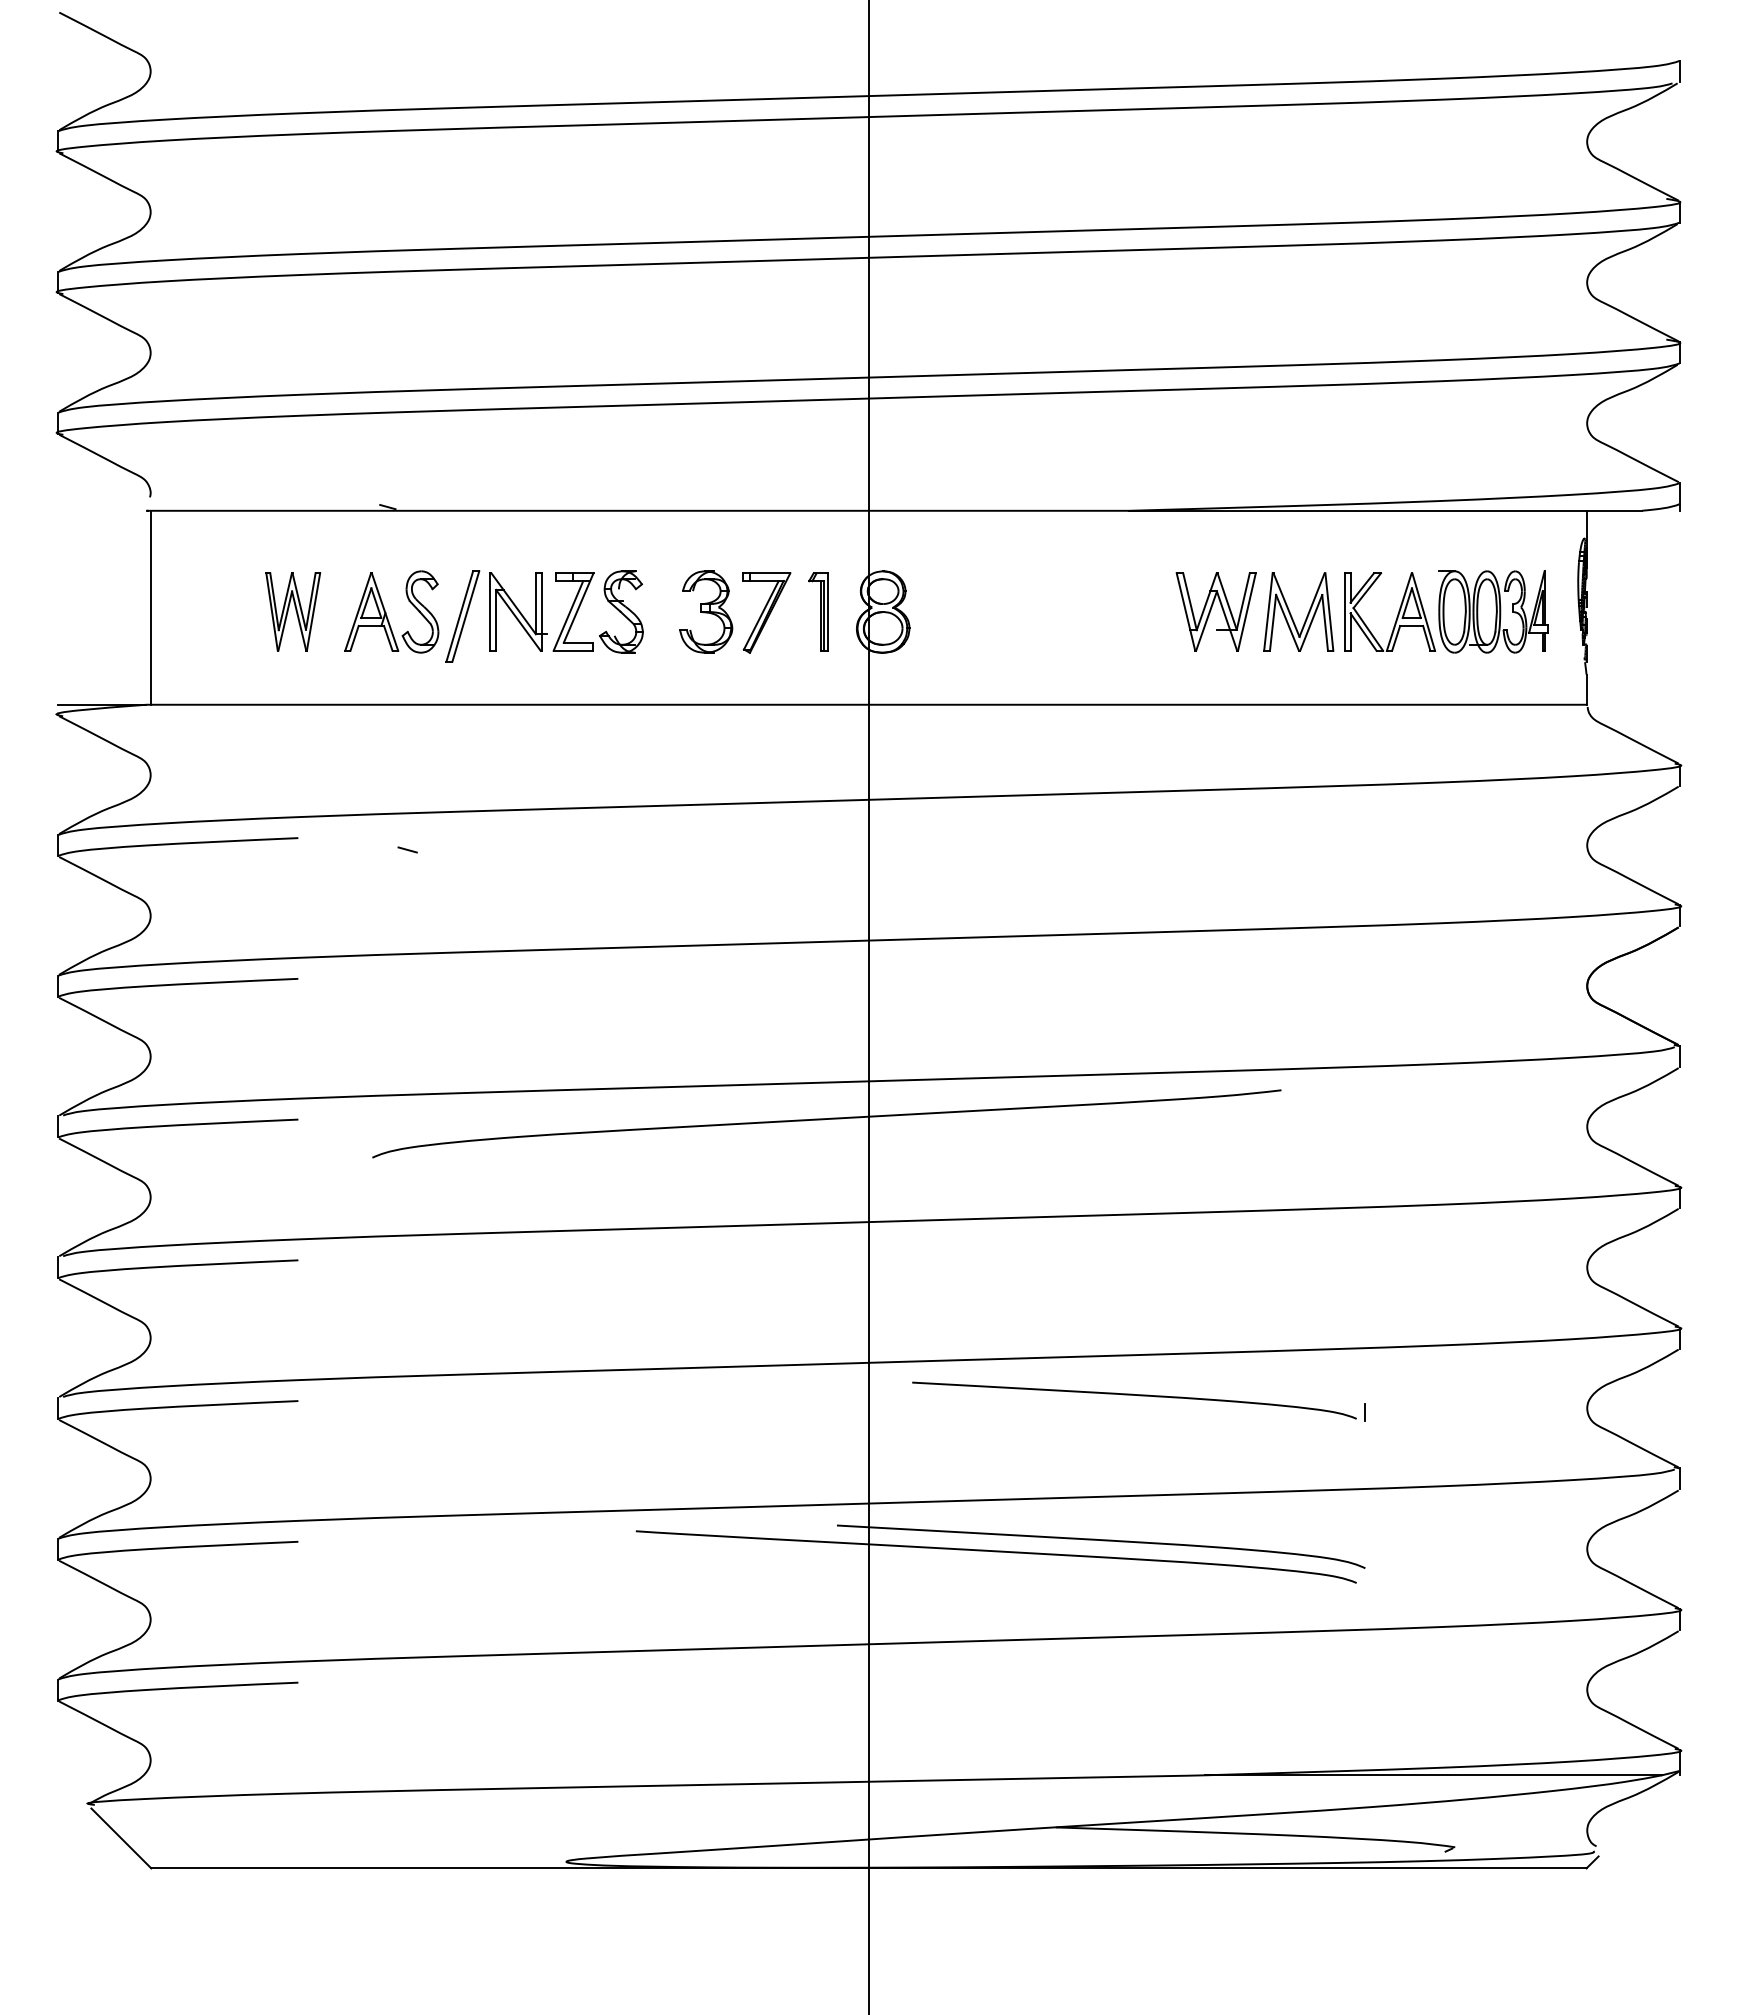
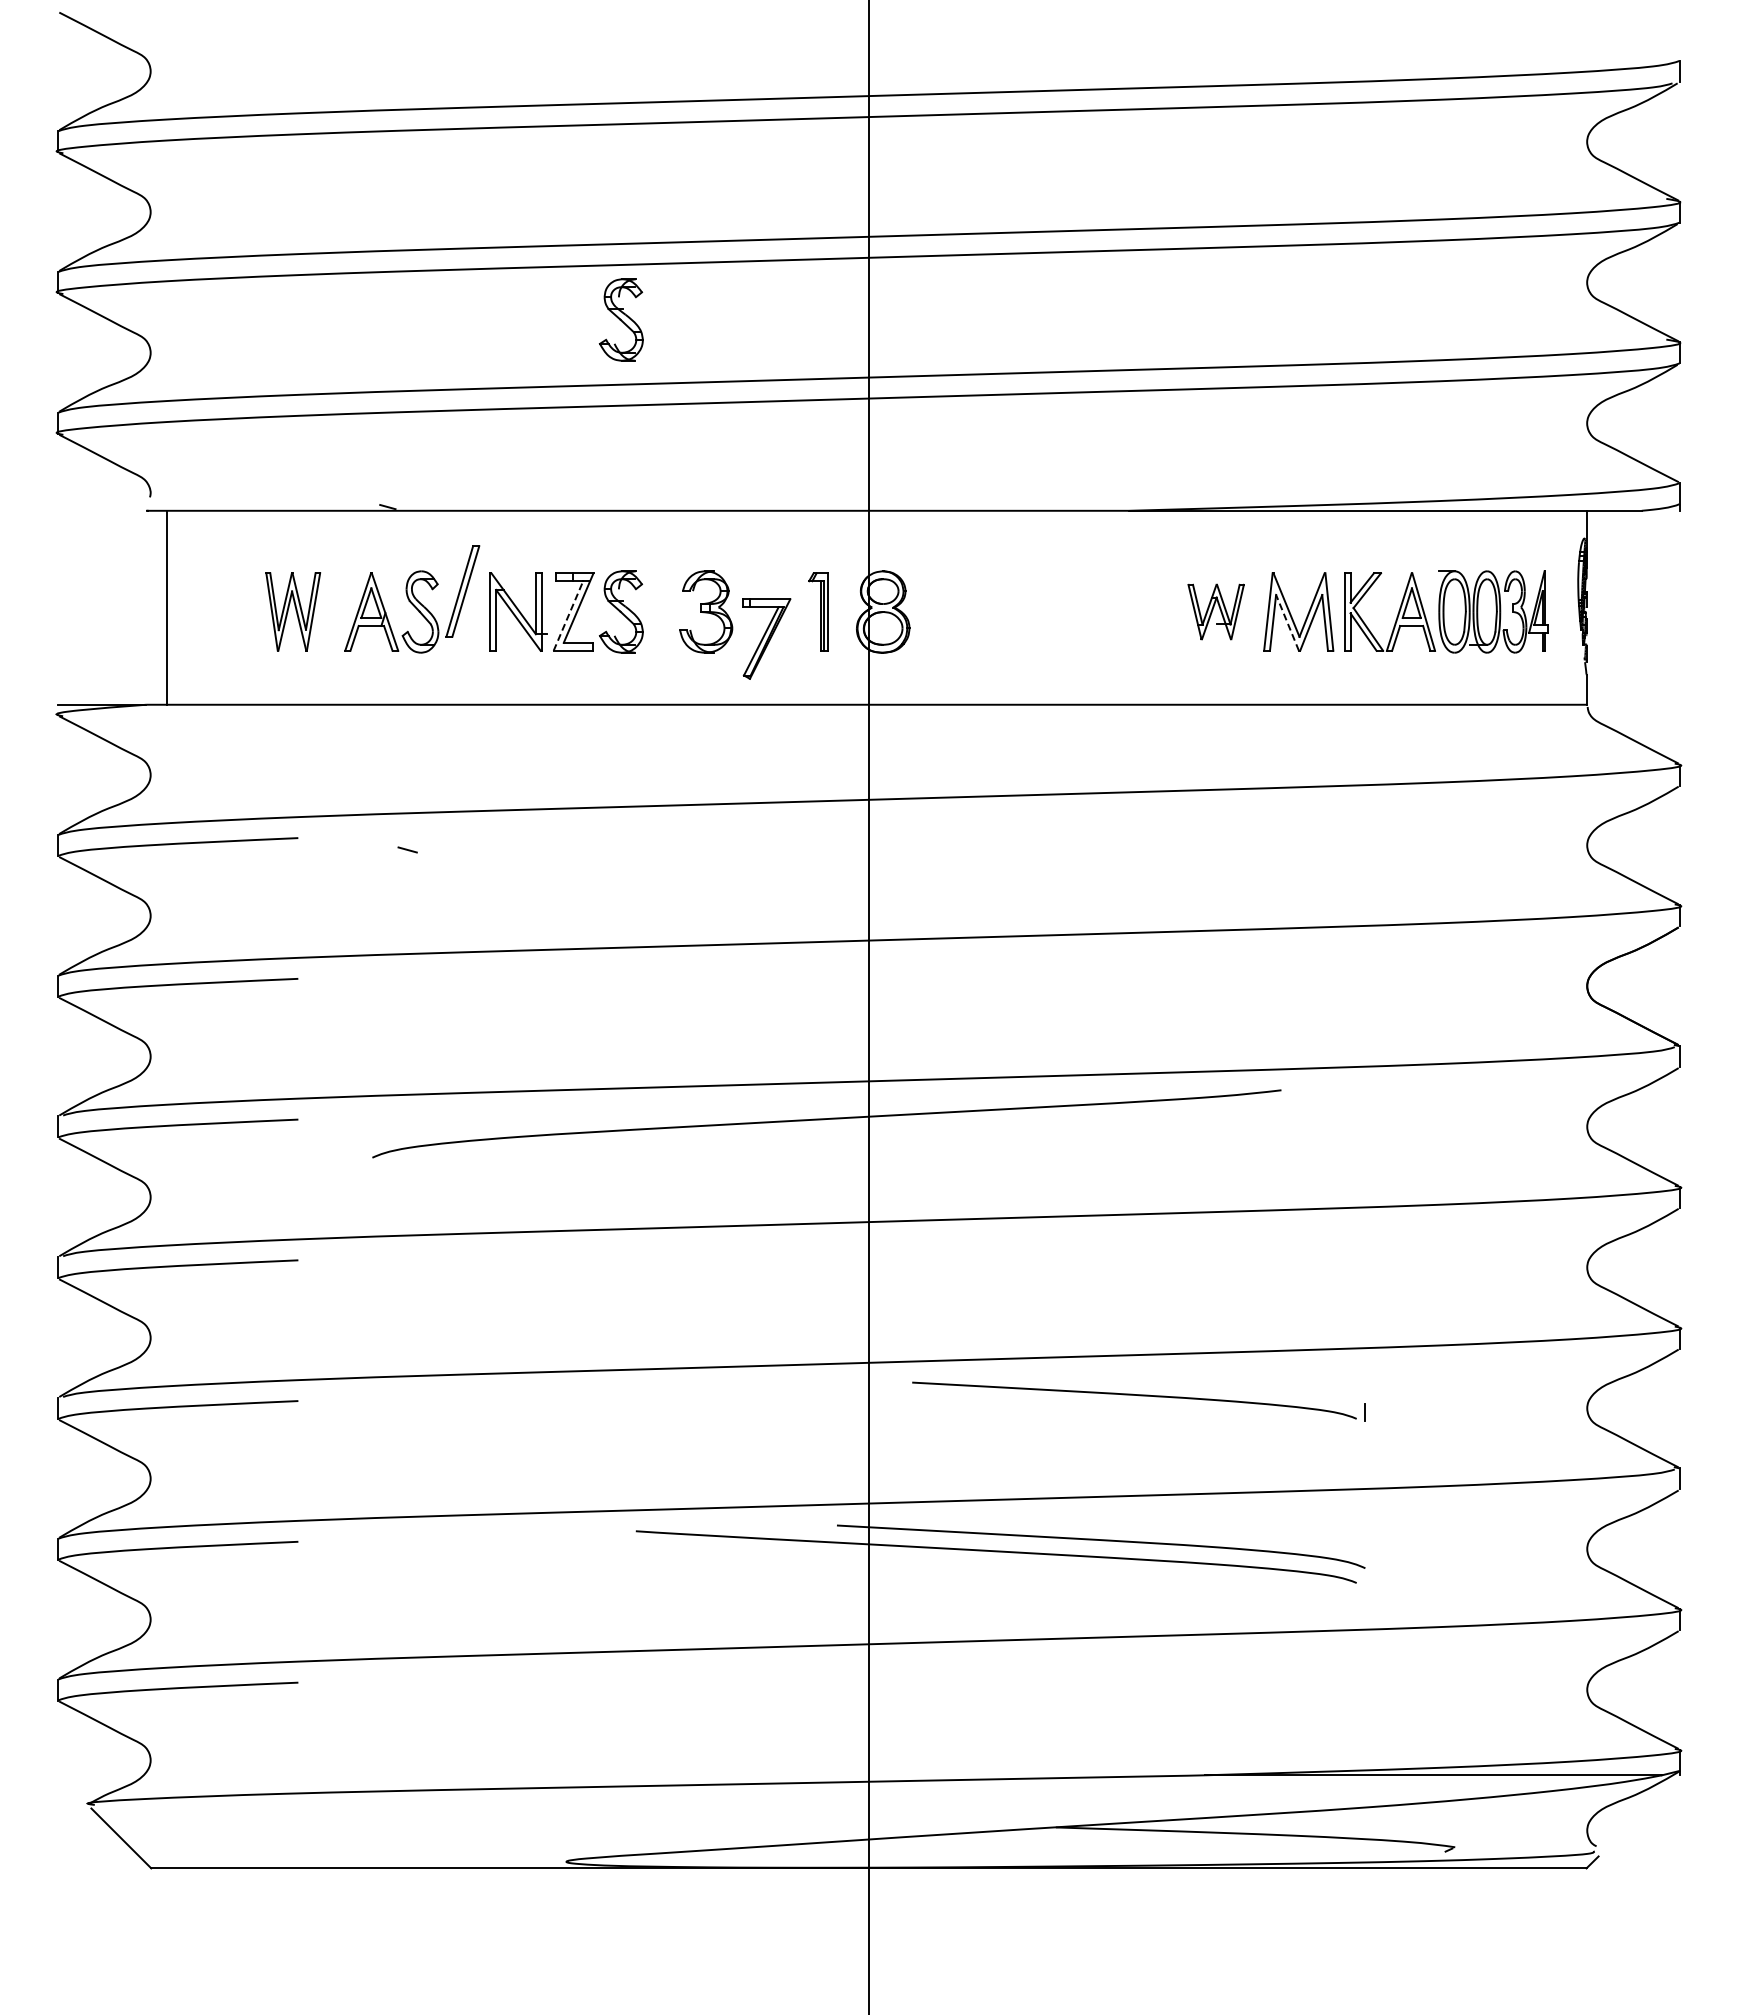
part at (620, 319): none -> present
line at (151, 607) position: (151, 607) -> (167, 607)
part at (1215, 611) size: 82x80 px -> 58x58 px
part at (766, 612) position: (766, 612) -> (766, 638)
part at (462, 616) position: (462, 616) -> (462, 591)
line at (568, 616): solid -> dashed
line at (1287, 622): solid -> dashed
